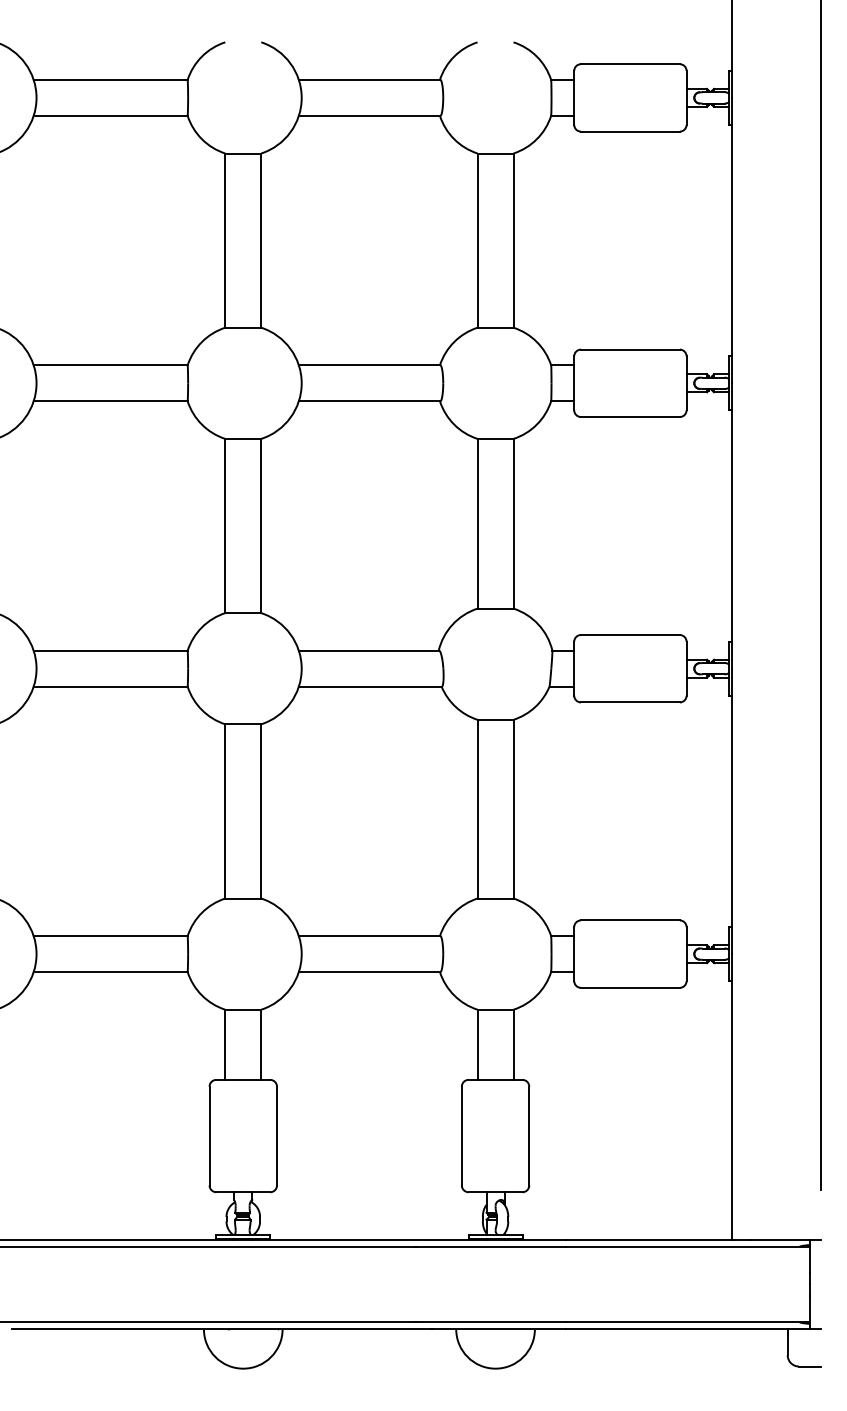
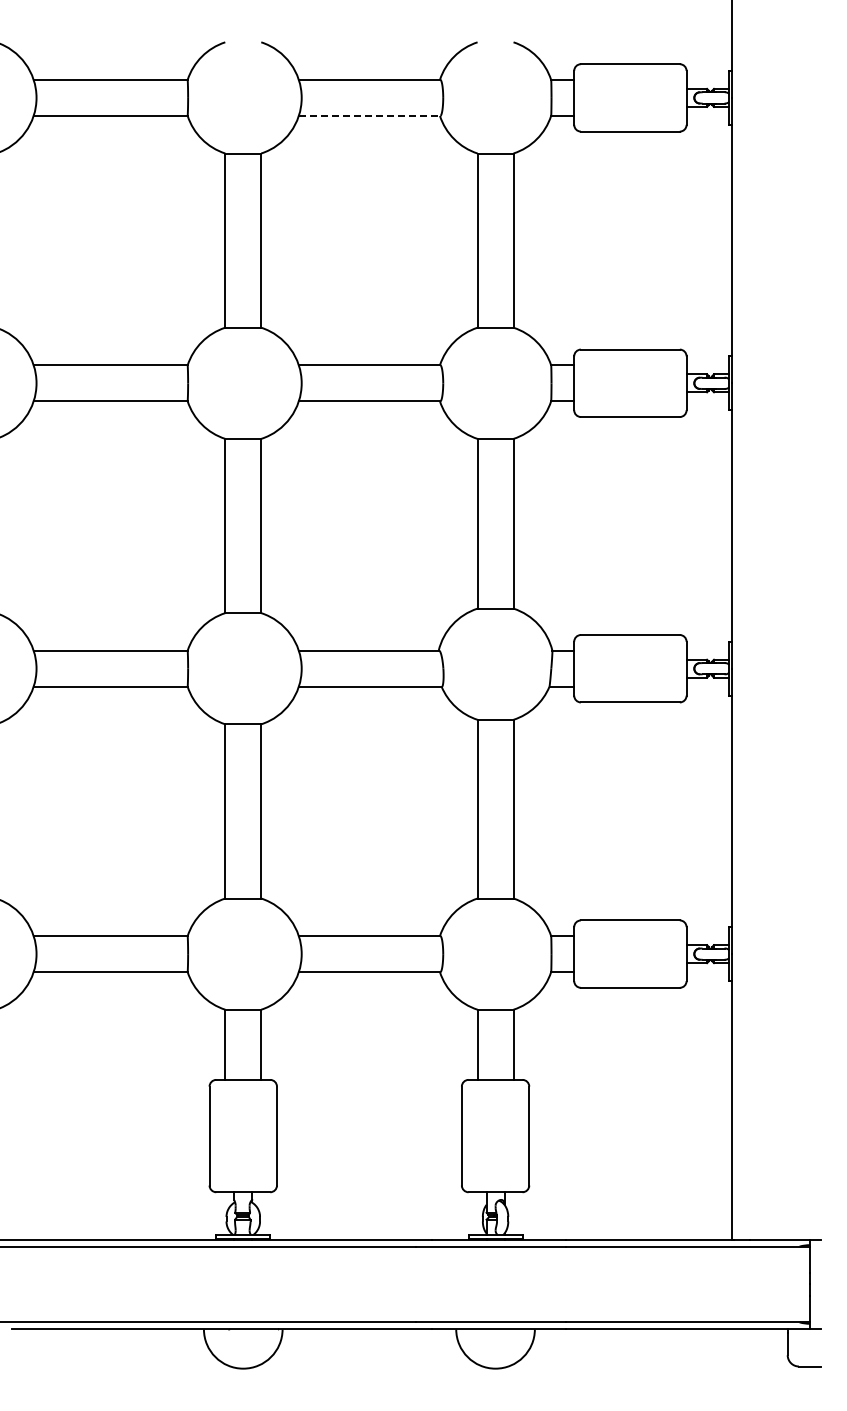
line at (369, 115): solid -> dashed
line at (821, 596): present -> none
